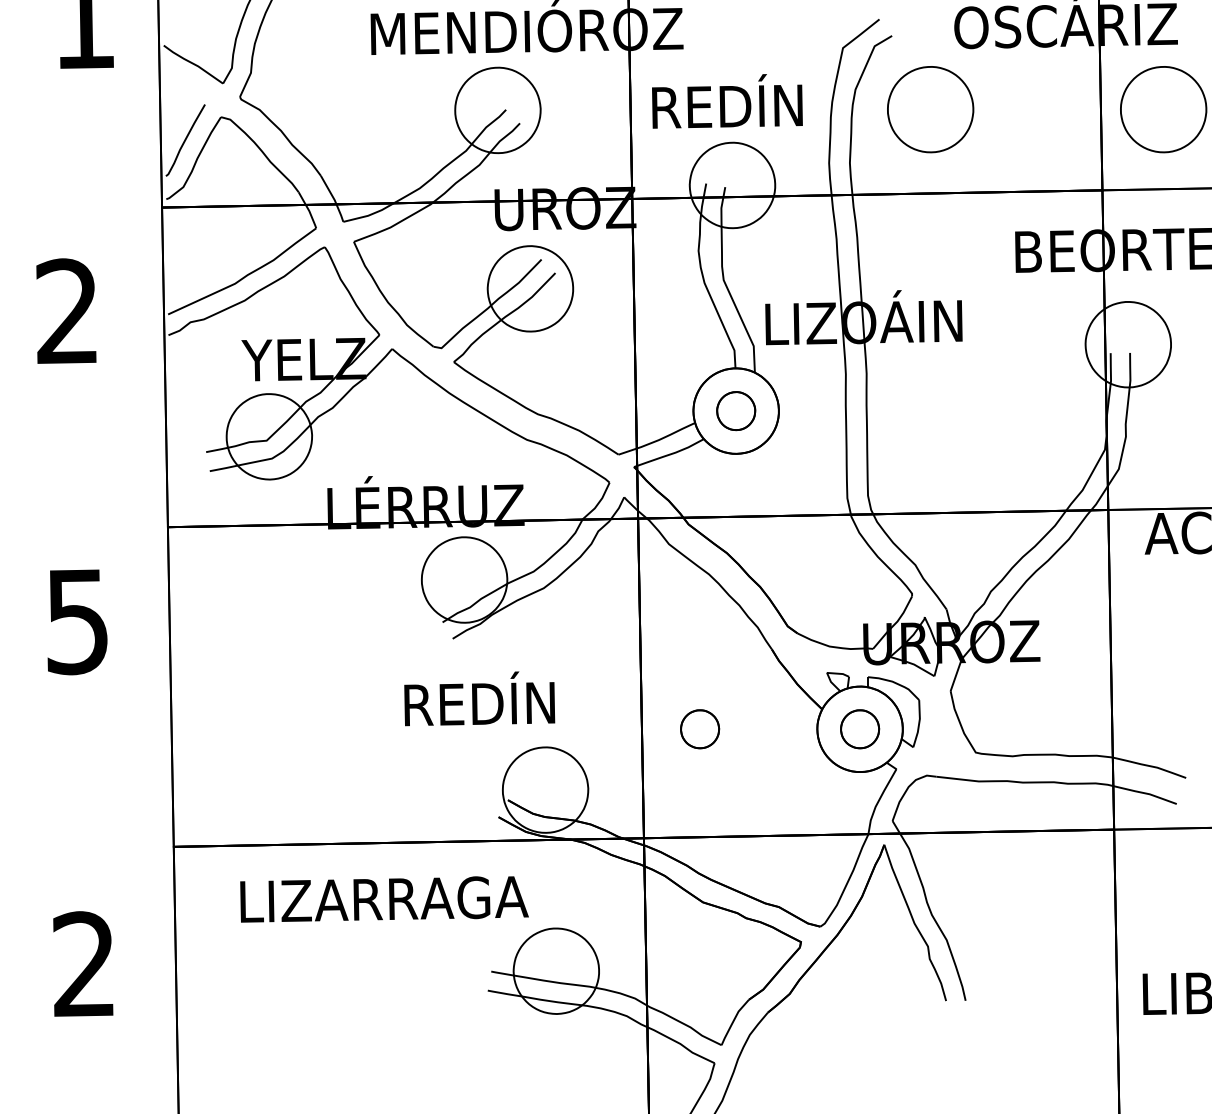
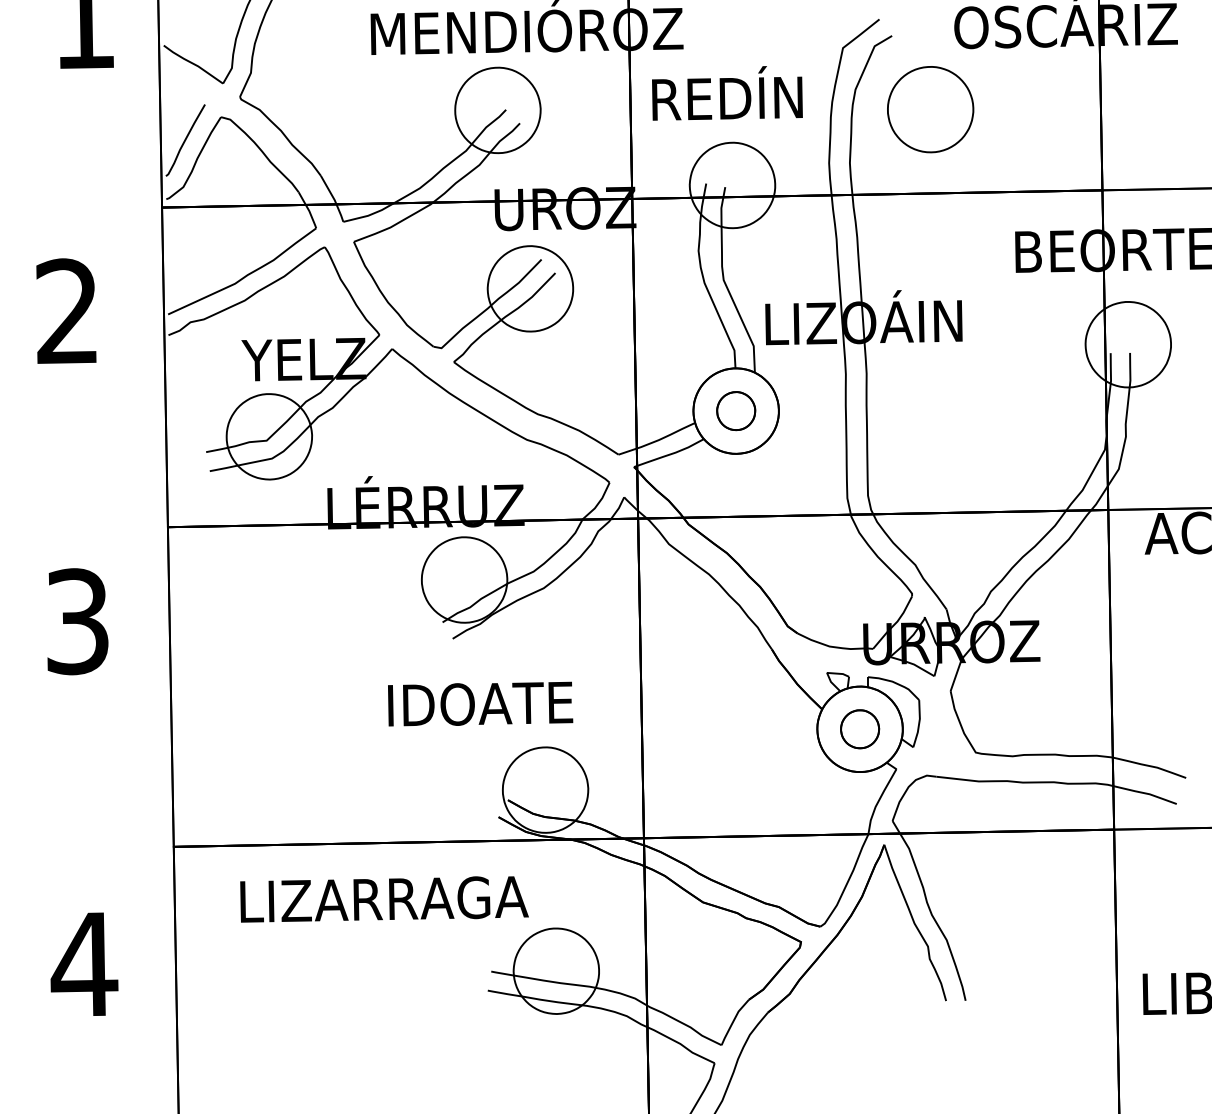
text at (727, 101) position: (727, 101) -> (727, 93)
part at (1163, 109): present -> none
text at (77, 621): 5 -> 3
text at (480, 698): REDÍN -> IDOATE
part at (700, 729): present -> none
text at (84, 963): 2 -> 4
